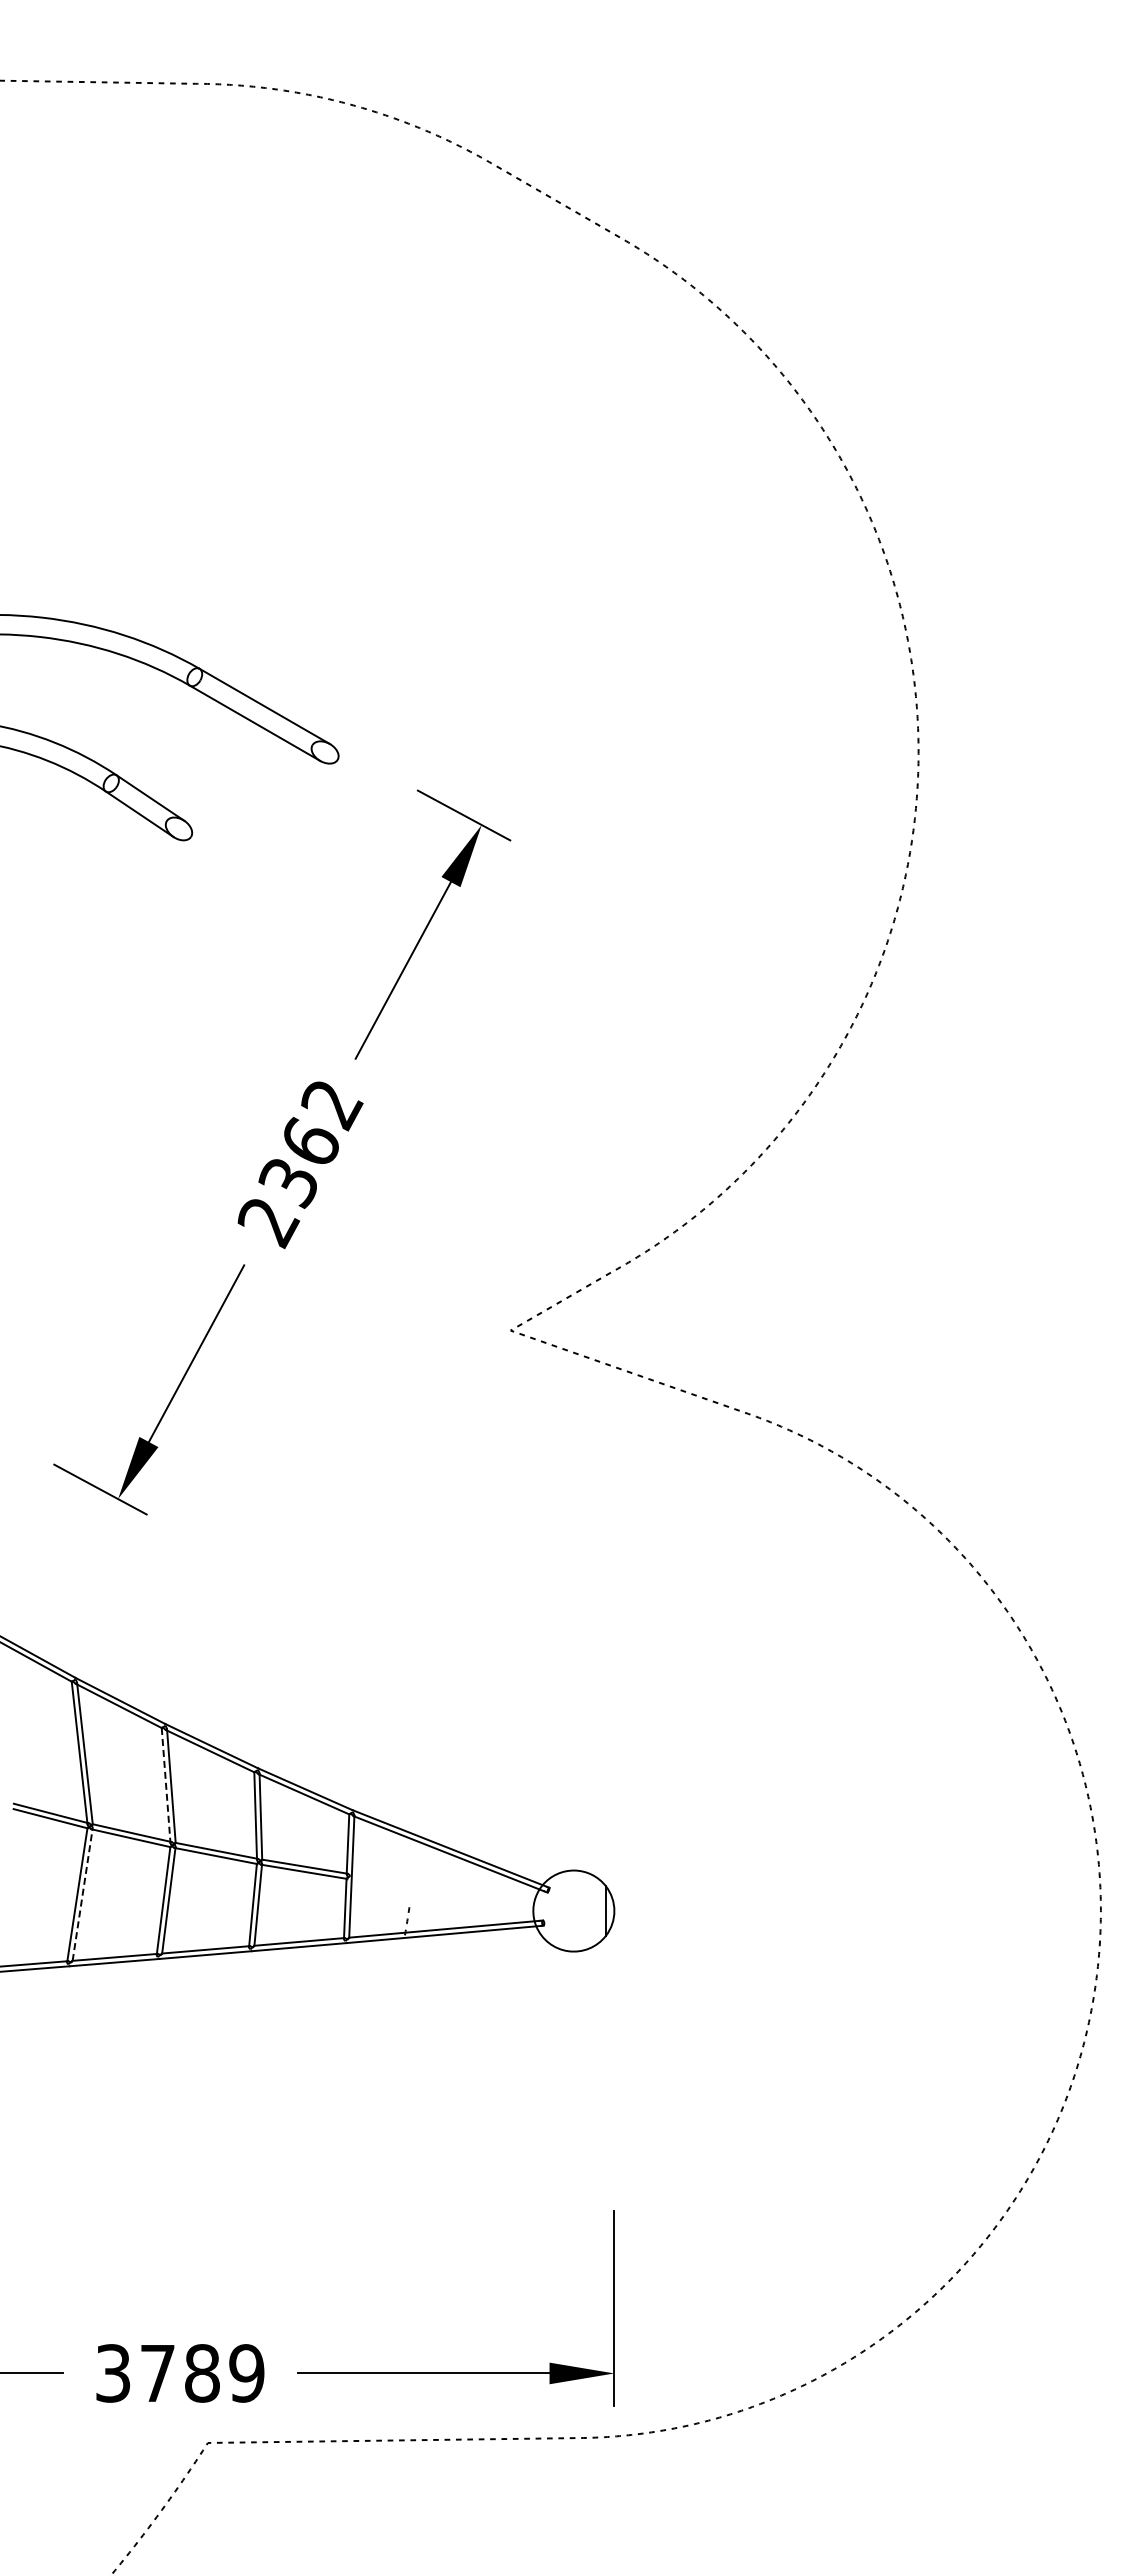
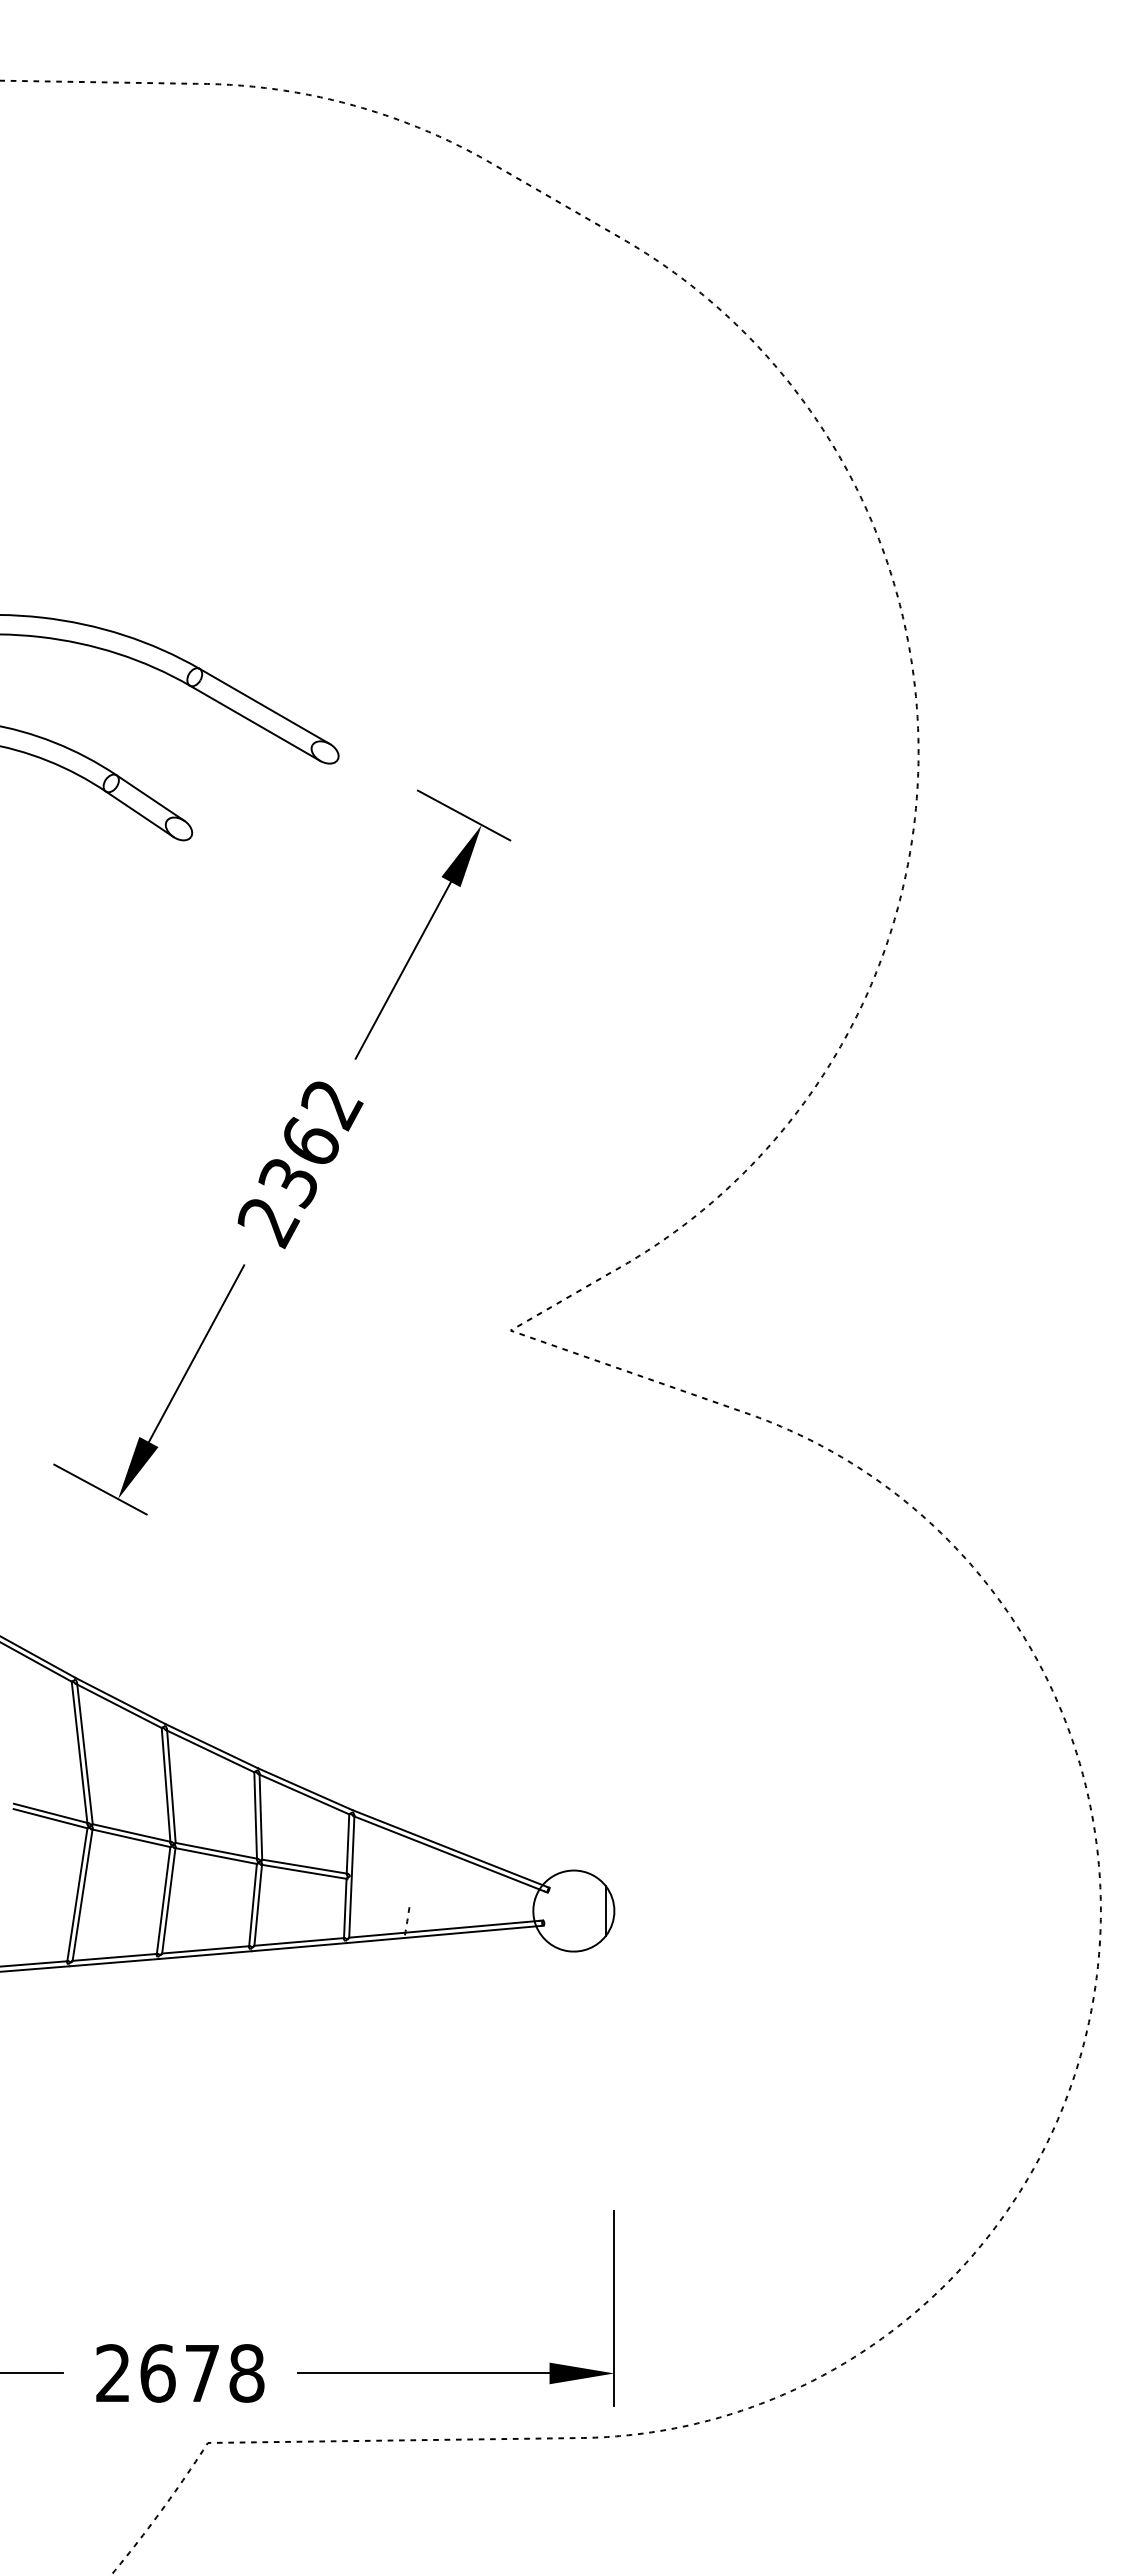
line at (166, 1785): dashed -> solid
line at (82, 1894): dashed -> solid
text at (180, 2373): 3789 -> 2678
